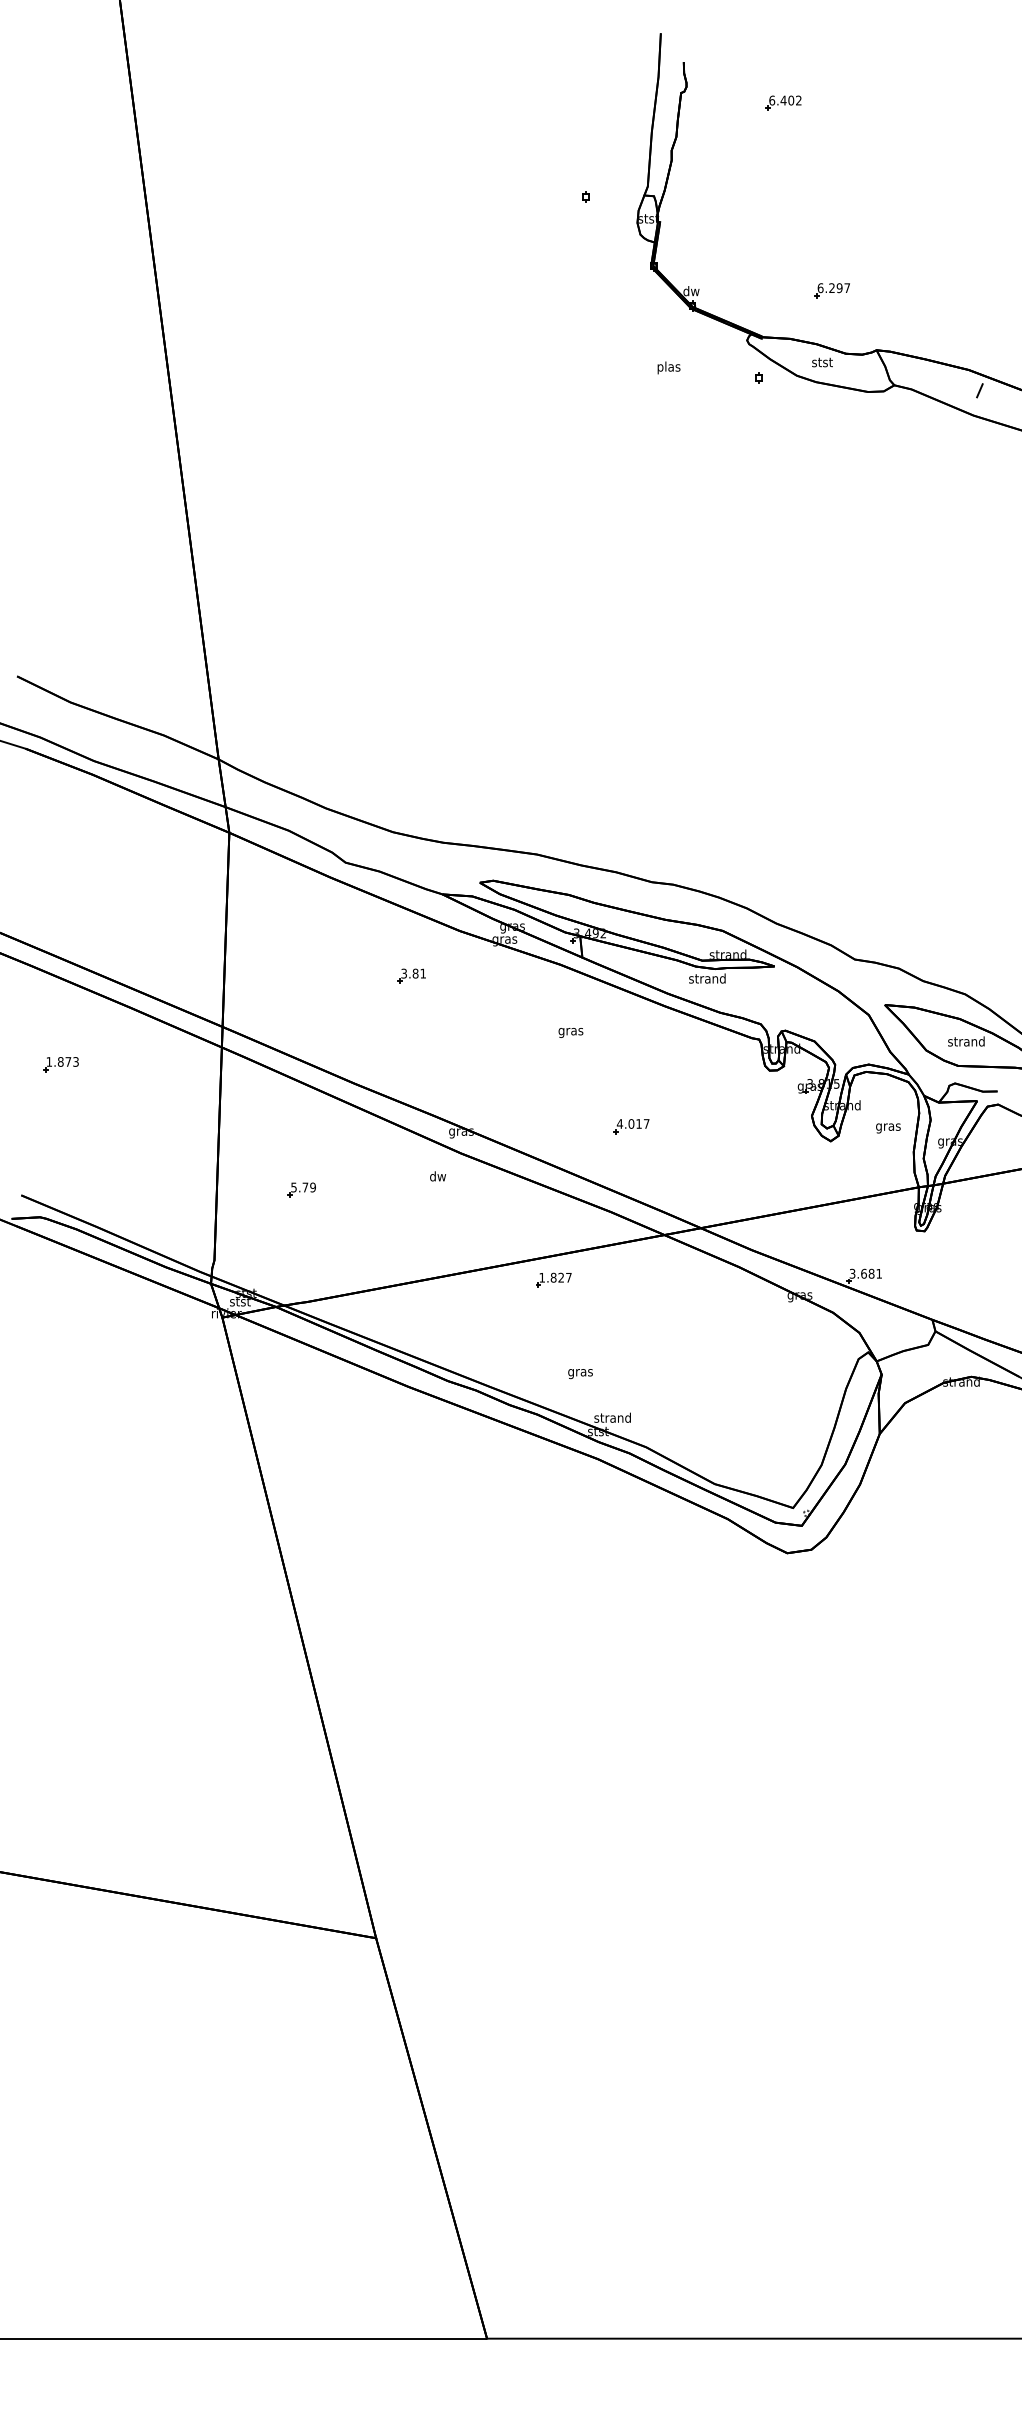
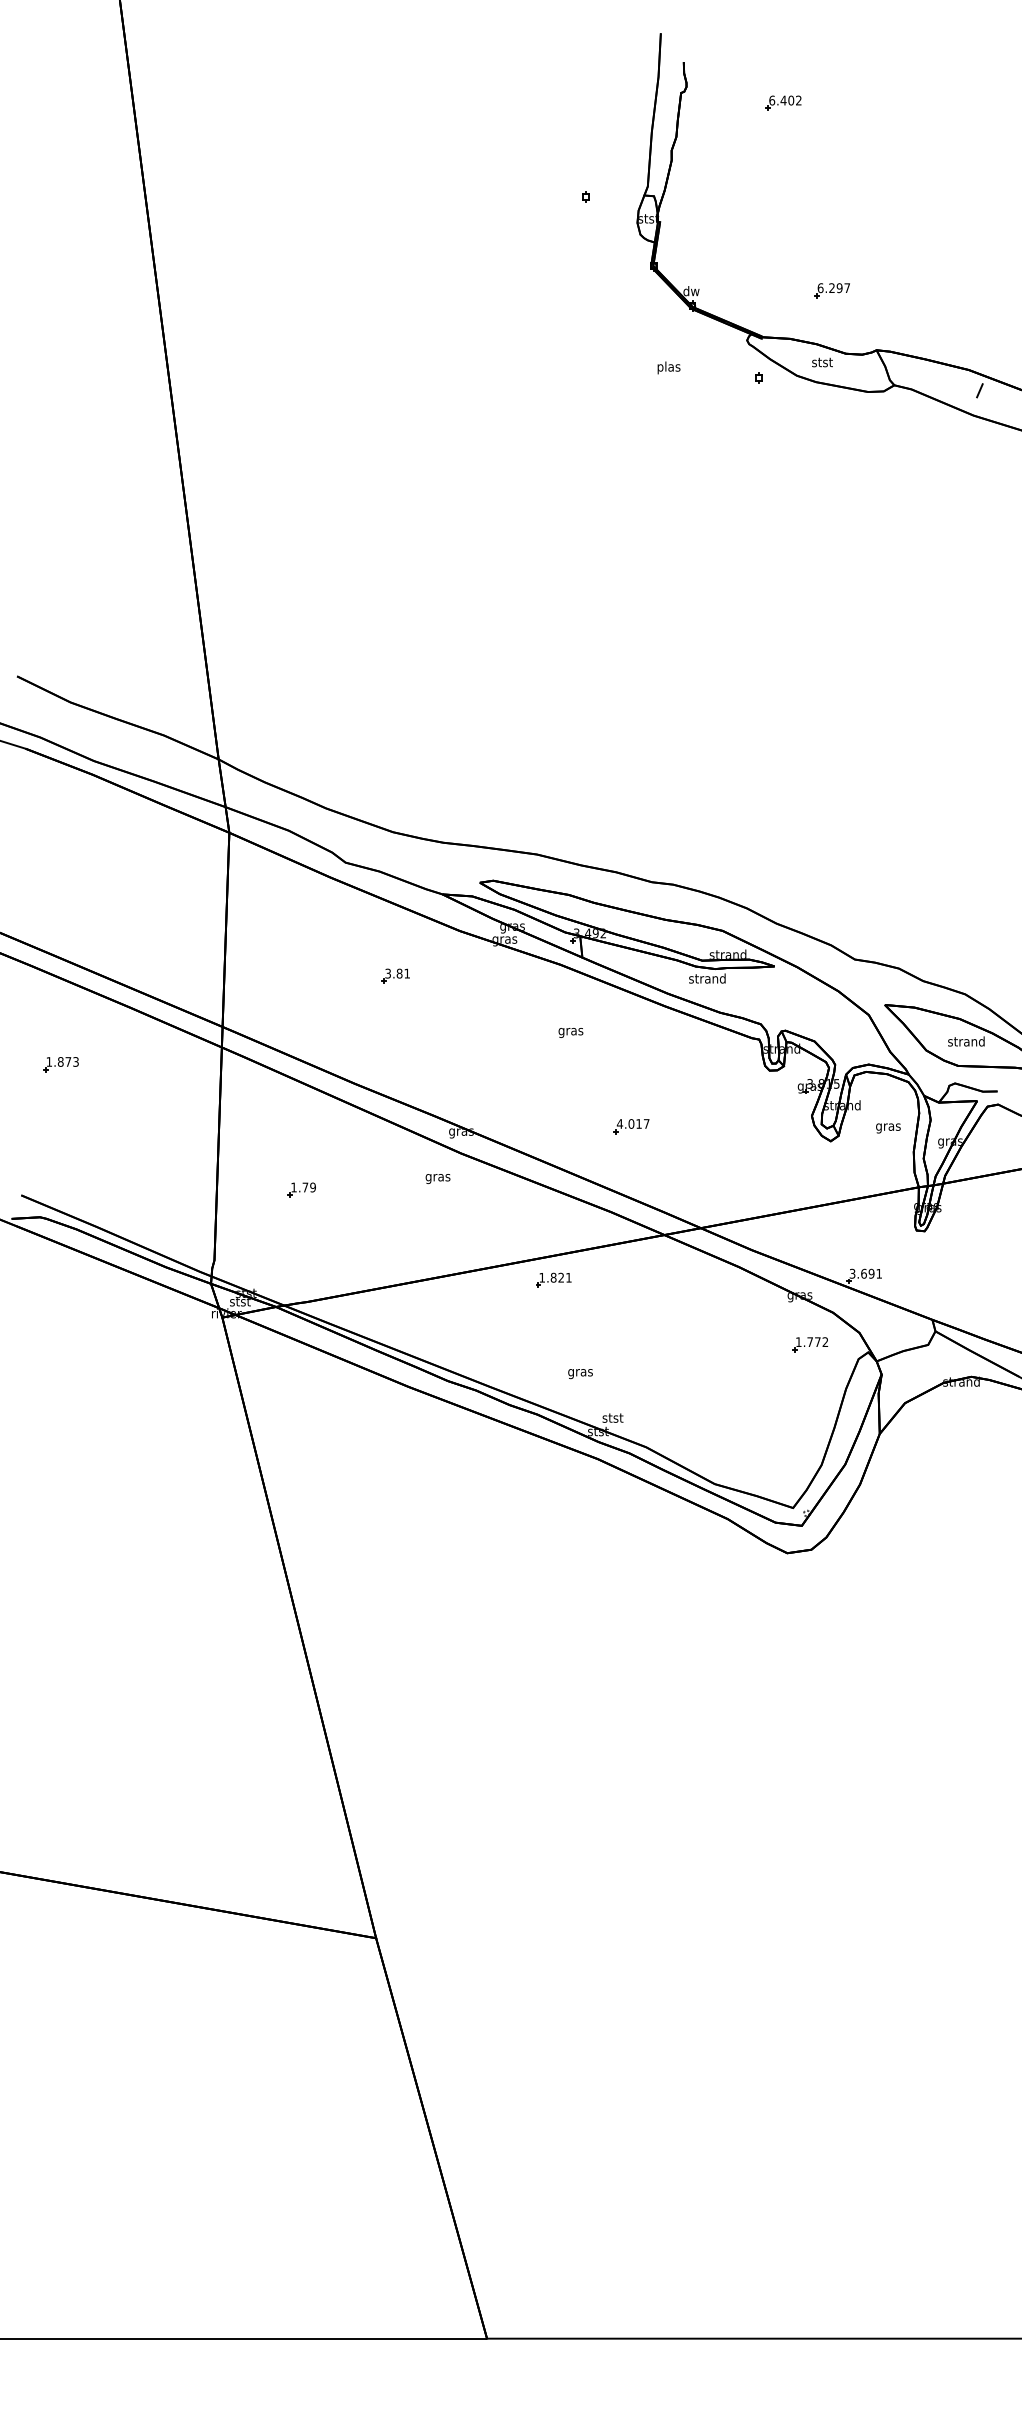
part at (411, 975) position: (411, 975) -> (395, 975)
text at (437, 1177): dw -> gras
text at (293, 1187): 5.79 -> 1.79
text at (871, 1273): 3.681 -> 3.691
text at (568, 1277): 1.827 -> 1.821
part at (810, 1344): none -> present
text at (612, 1417): strand -> stst
